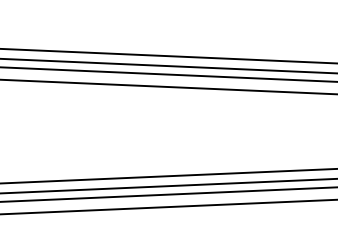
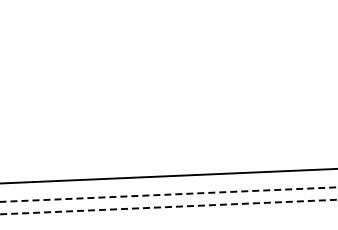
line at (168, 55): present -> none
line at (168, 65): present -> none
line at (168, 74): present -> none
line at (168, 86): present -> none
line at (168, 186): present -> none
line at (169, 194): solid -> dashed
line at (168, 207): solid -> dashed
